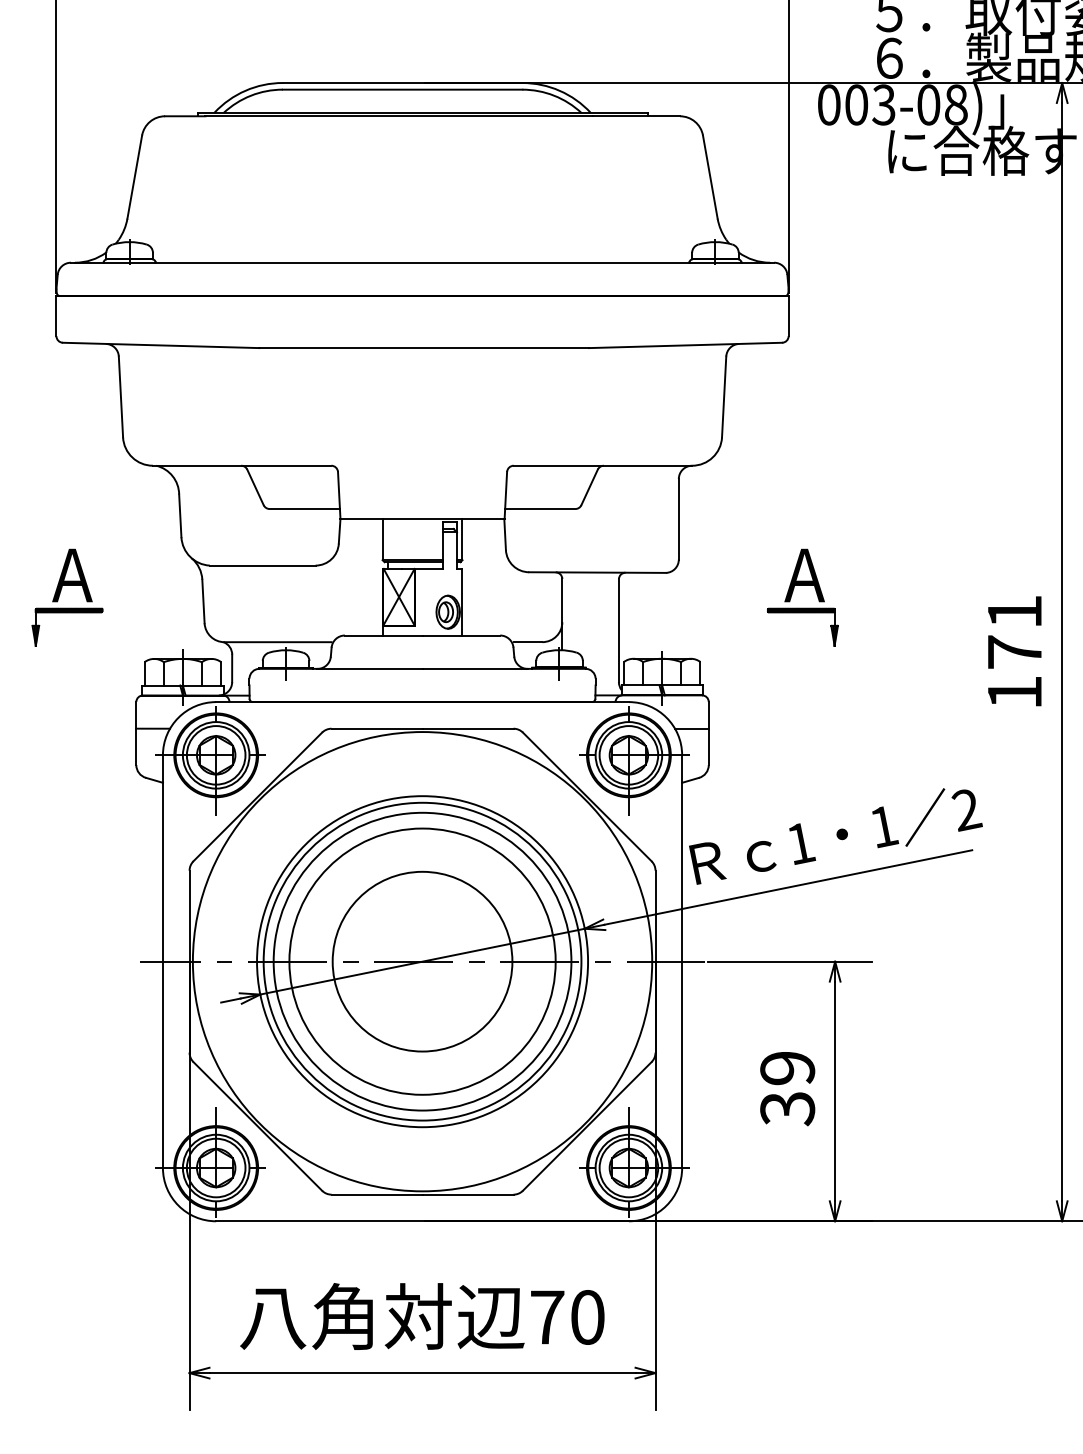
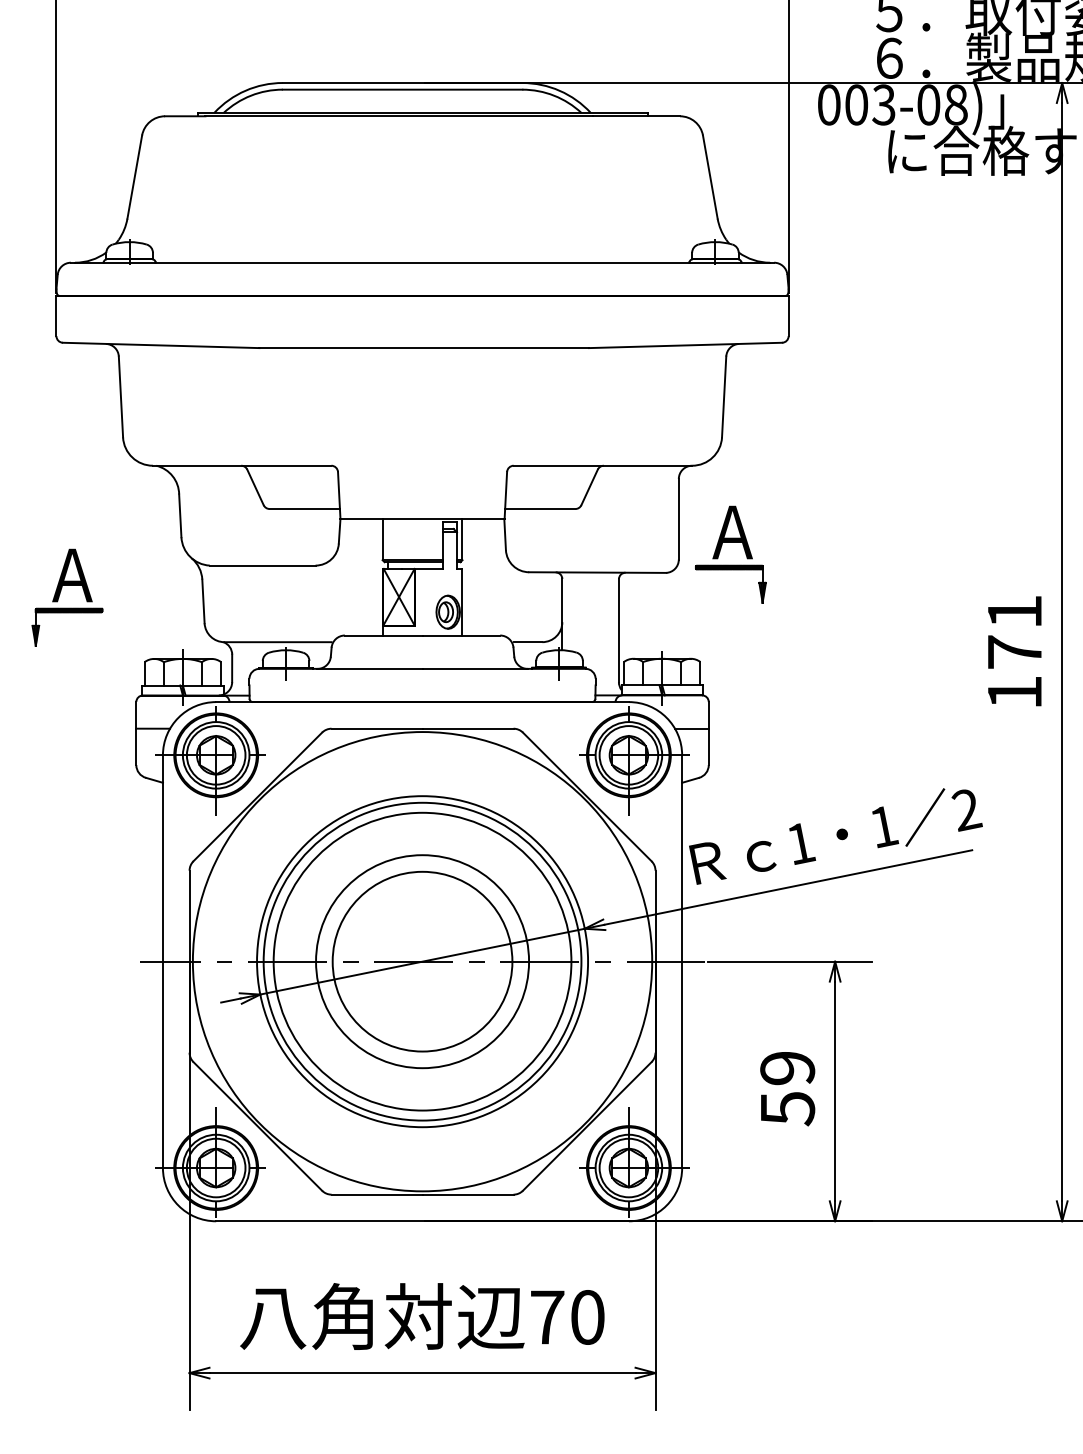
part at (802, 607) position: (802, 607) -> (730, 564)
circle at (422, 961) diameter: 266 px -> 213 px
text at (787, 1109): 39 -> 59
